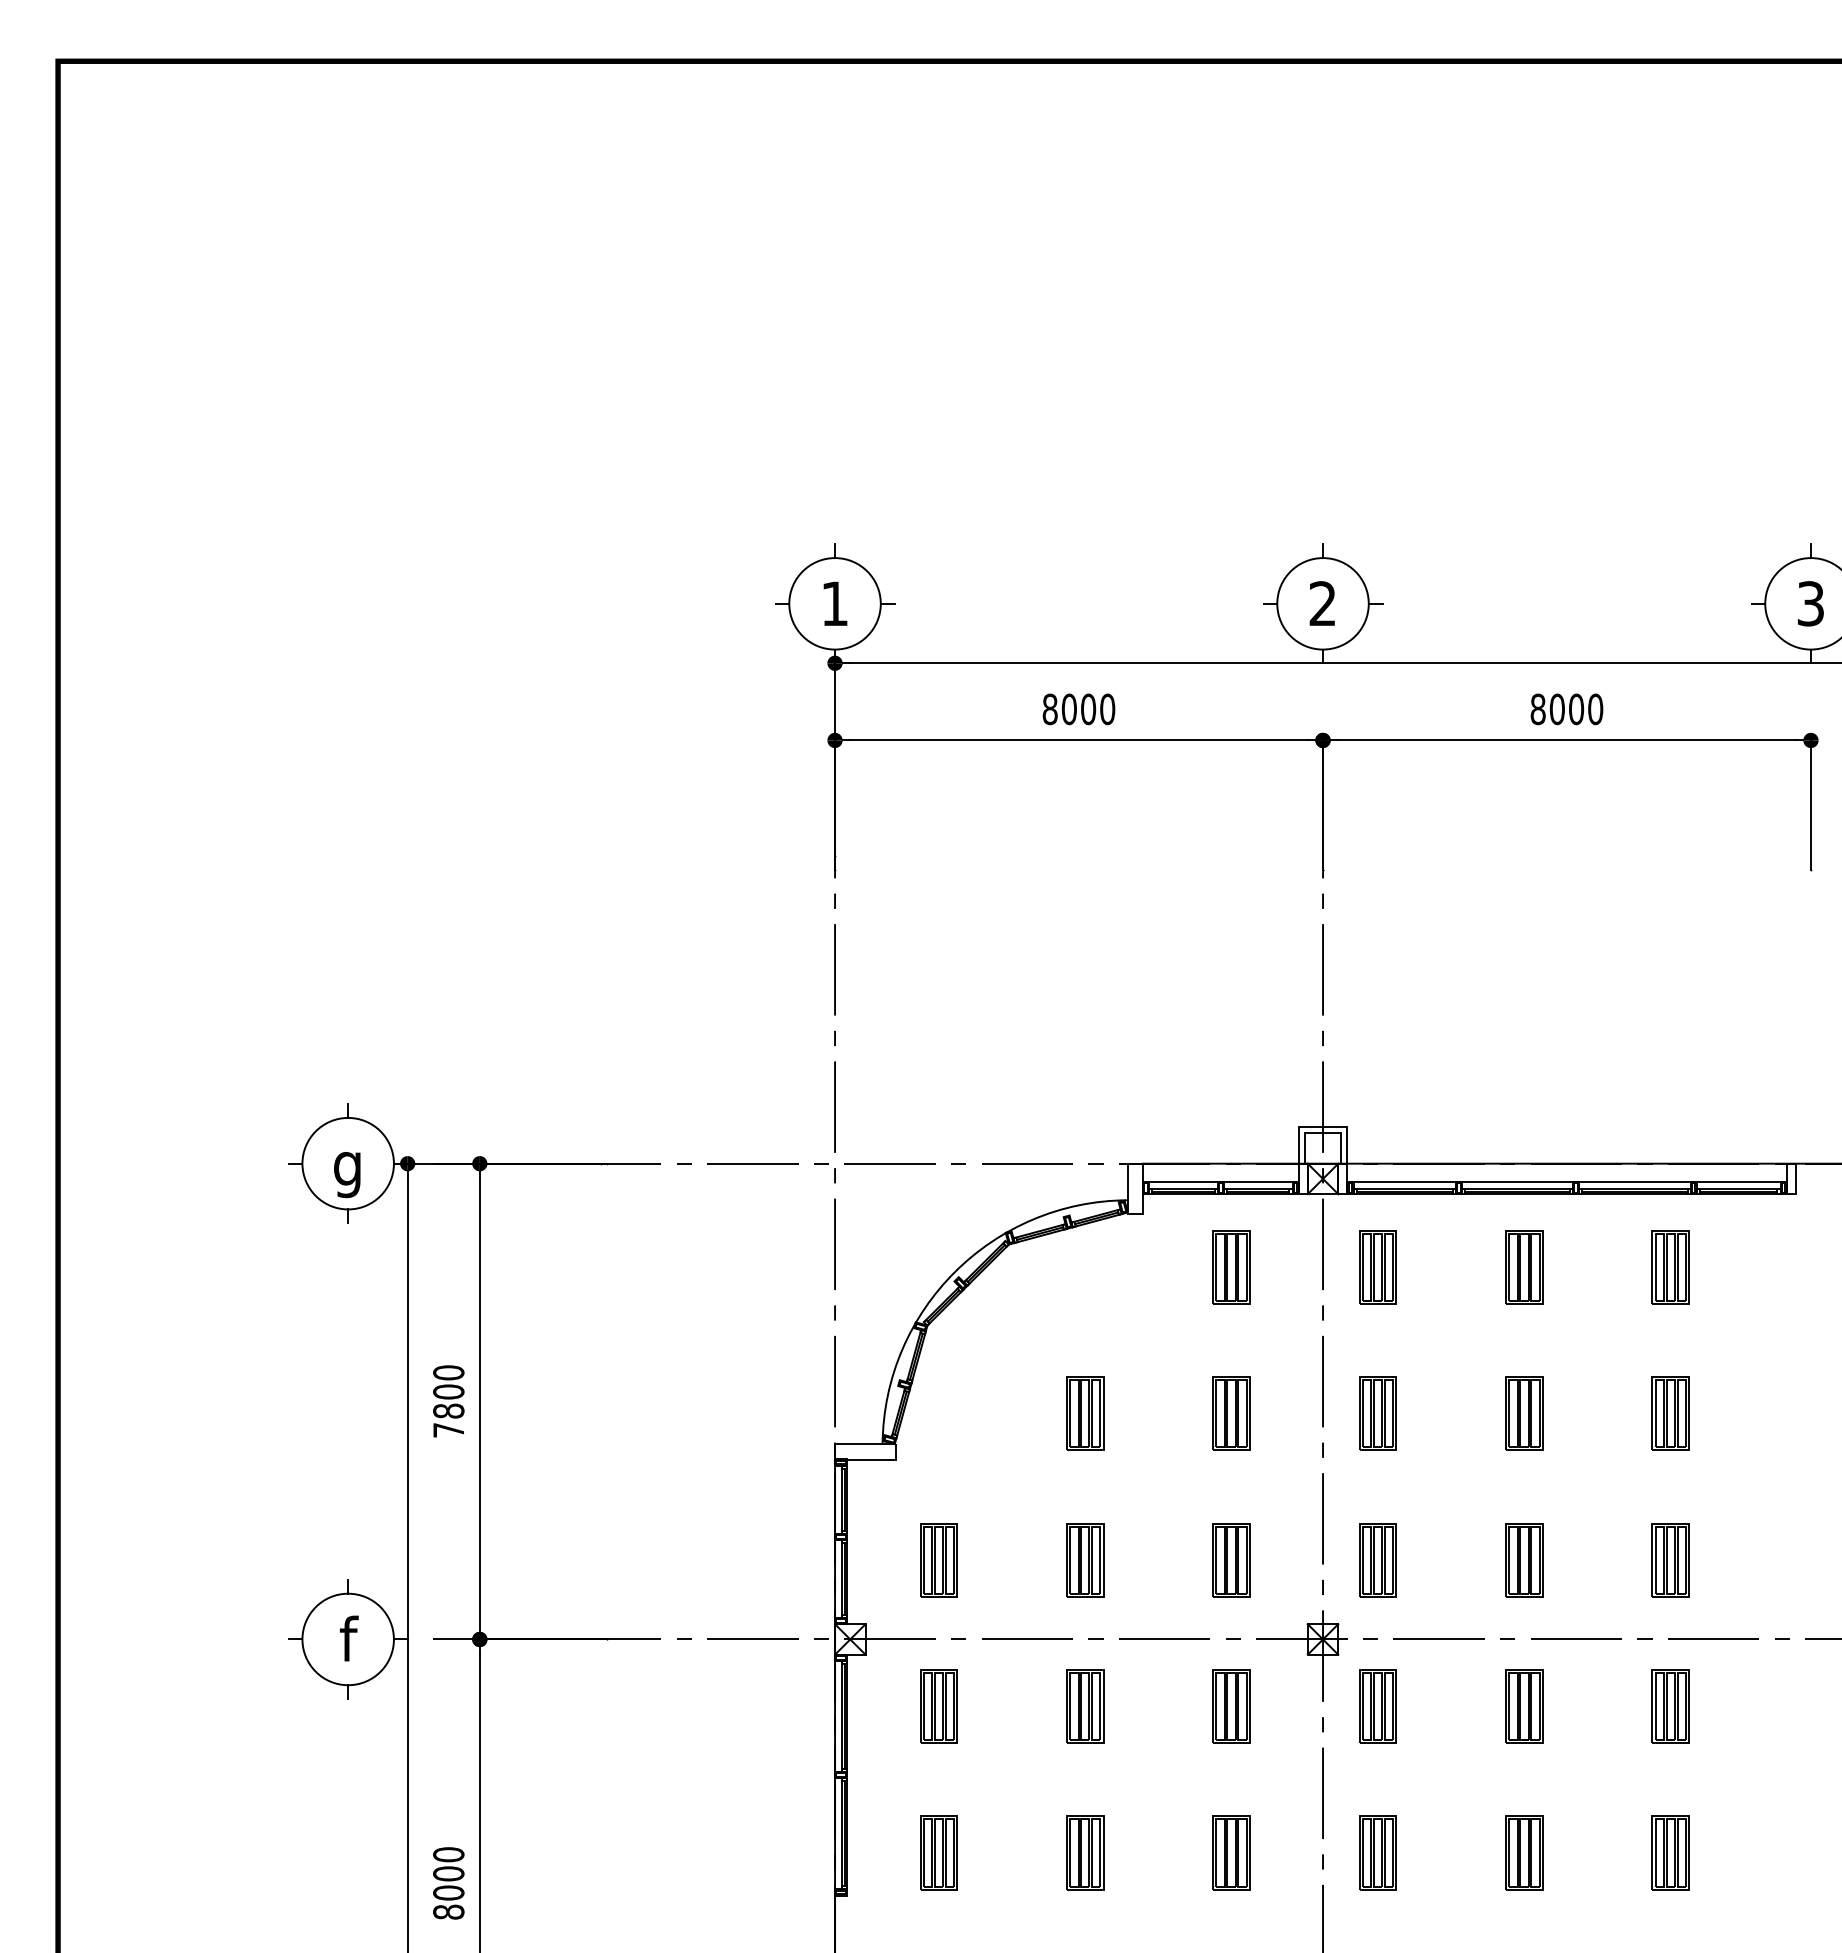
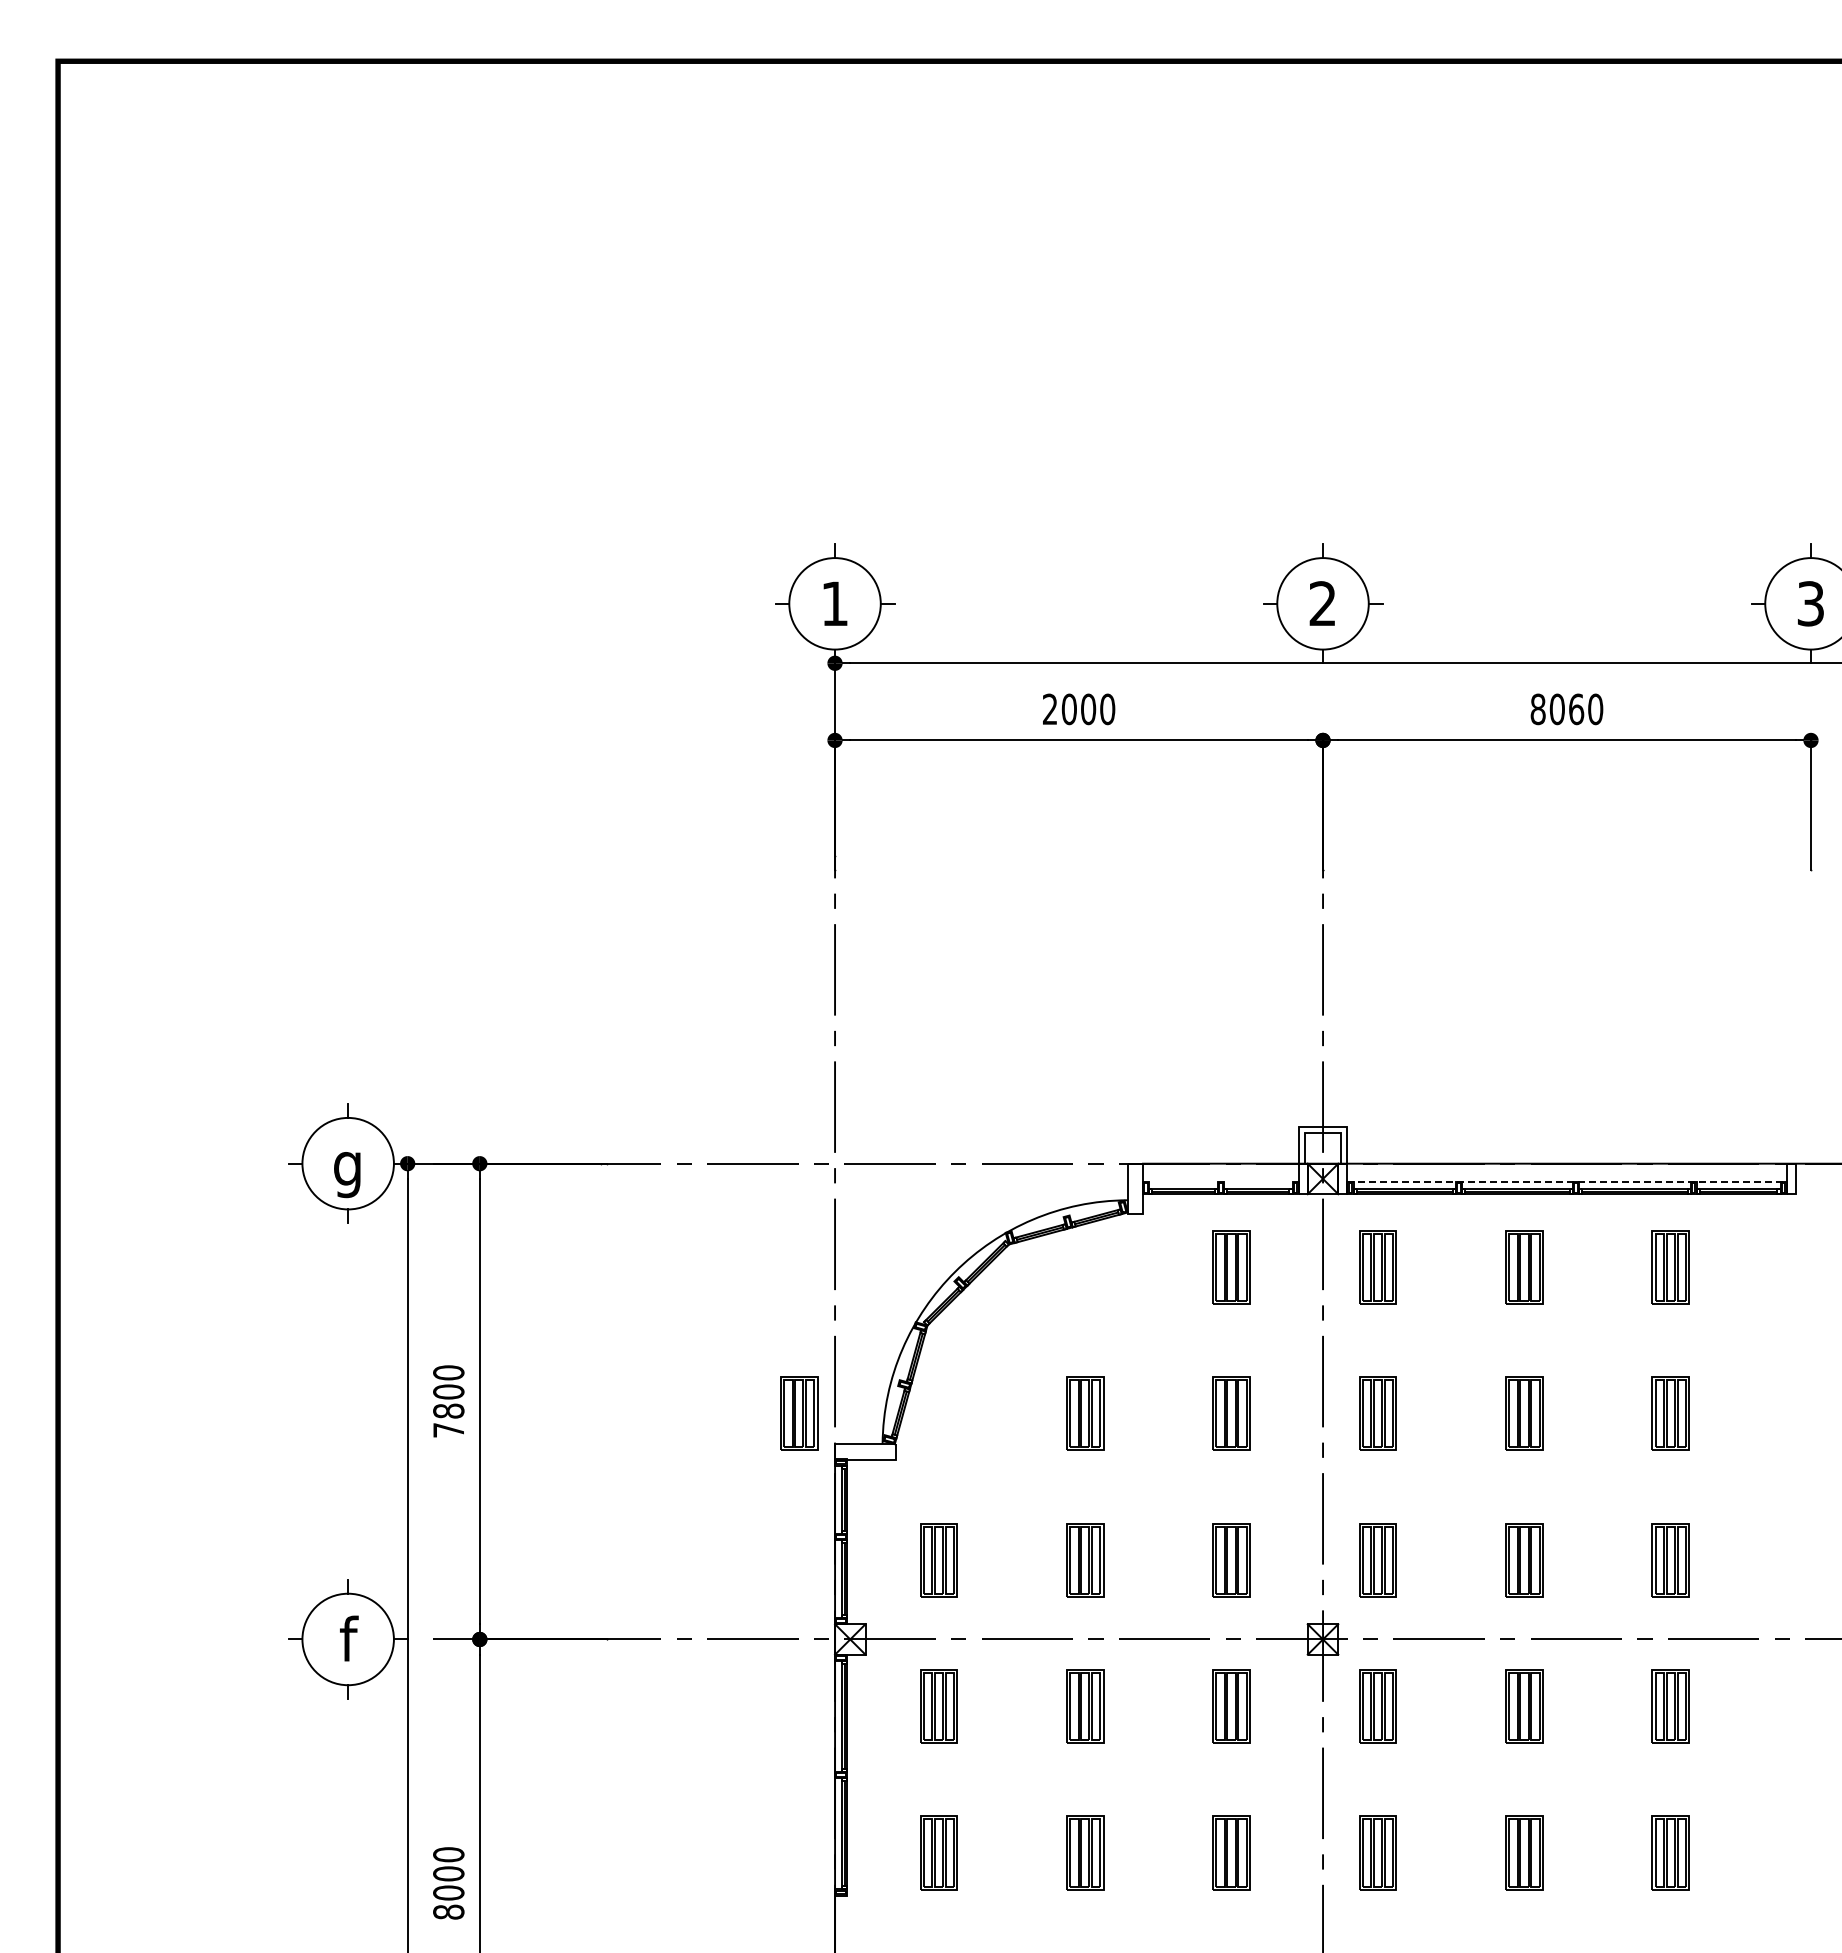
text at (1576, 708): 8000 -> 8060
text at (1049, 709): 8000 -> 2000
line at (1220, 1181): present -> none
line at (1567, 1181): solid -> dashed
part at (799, 1413): none -> present
